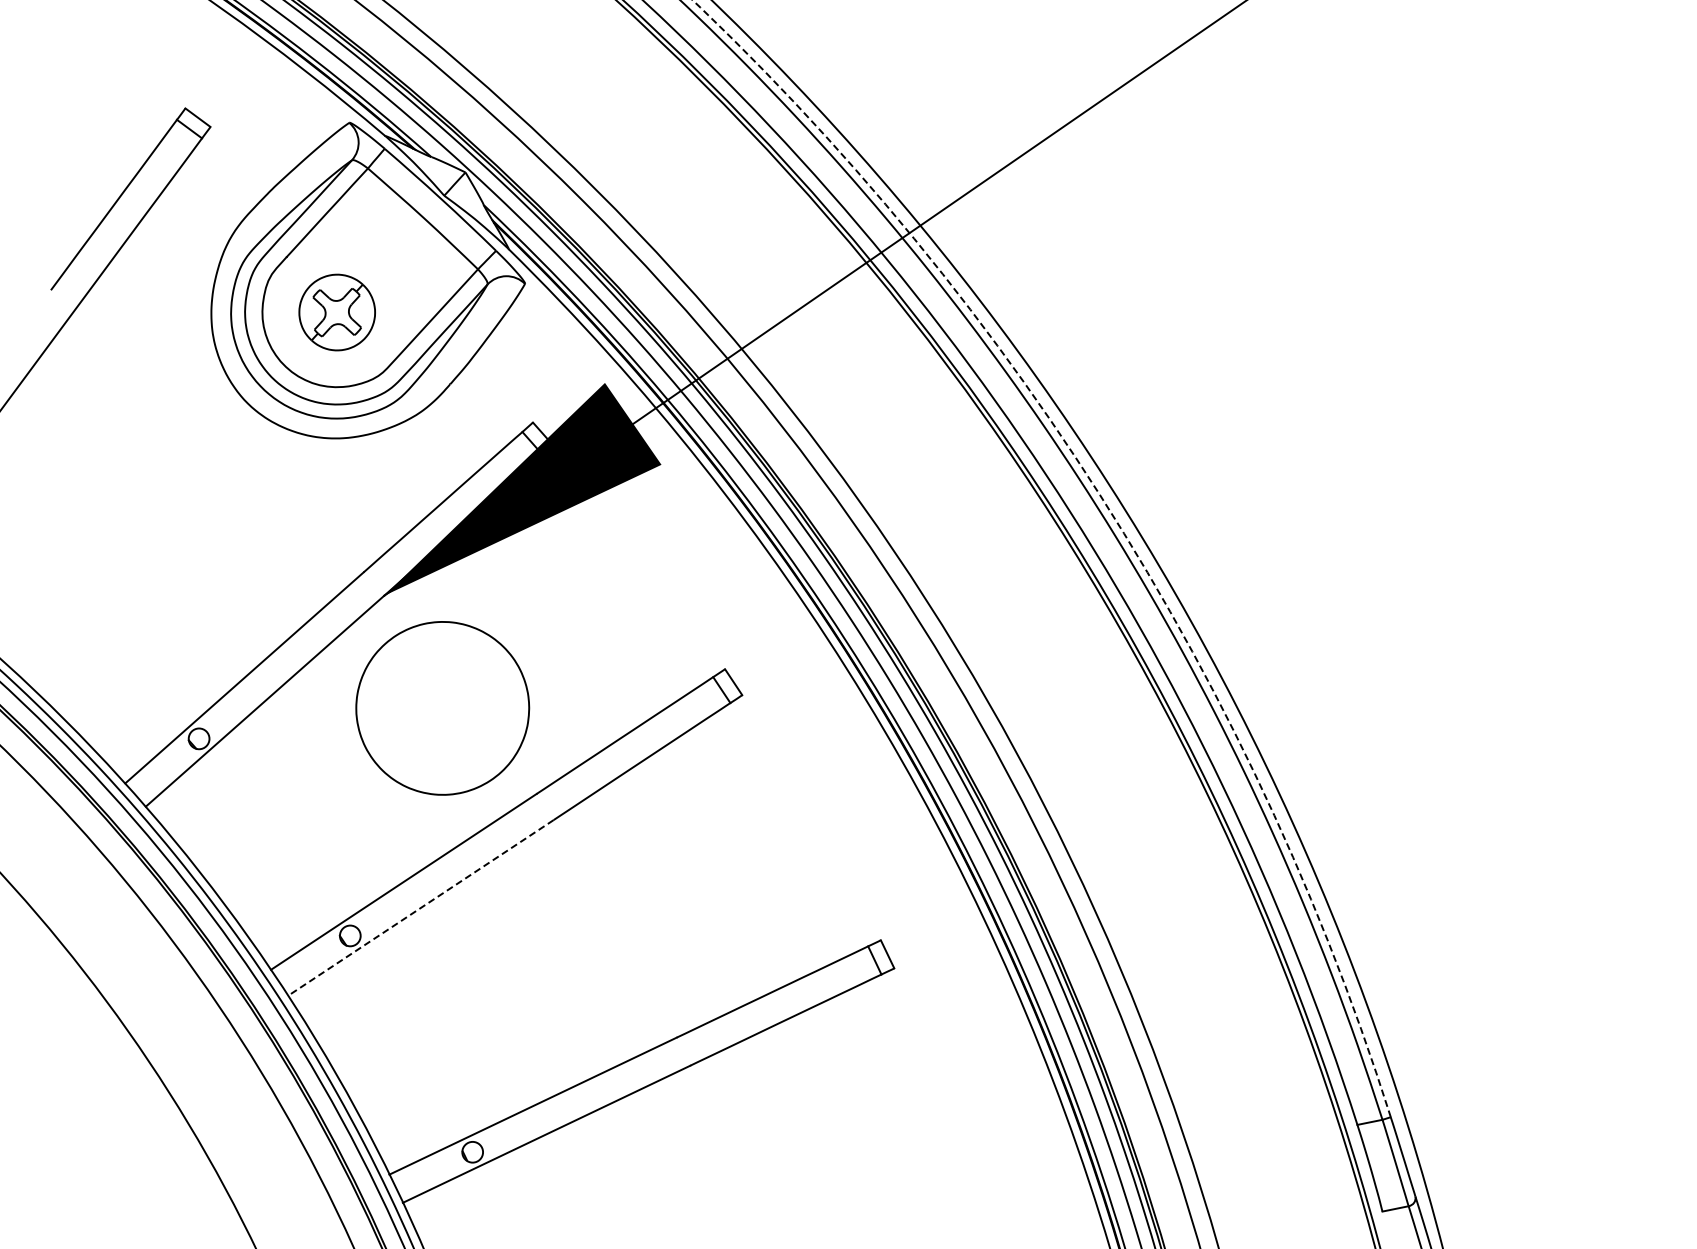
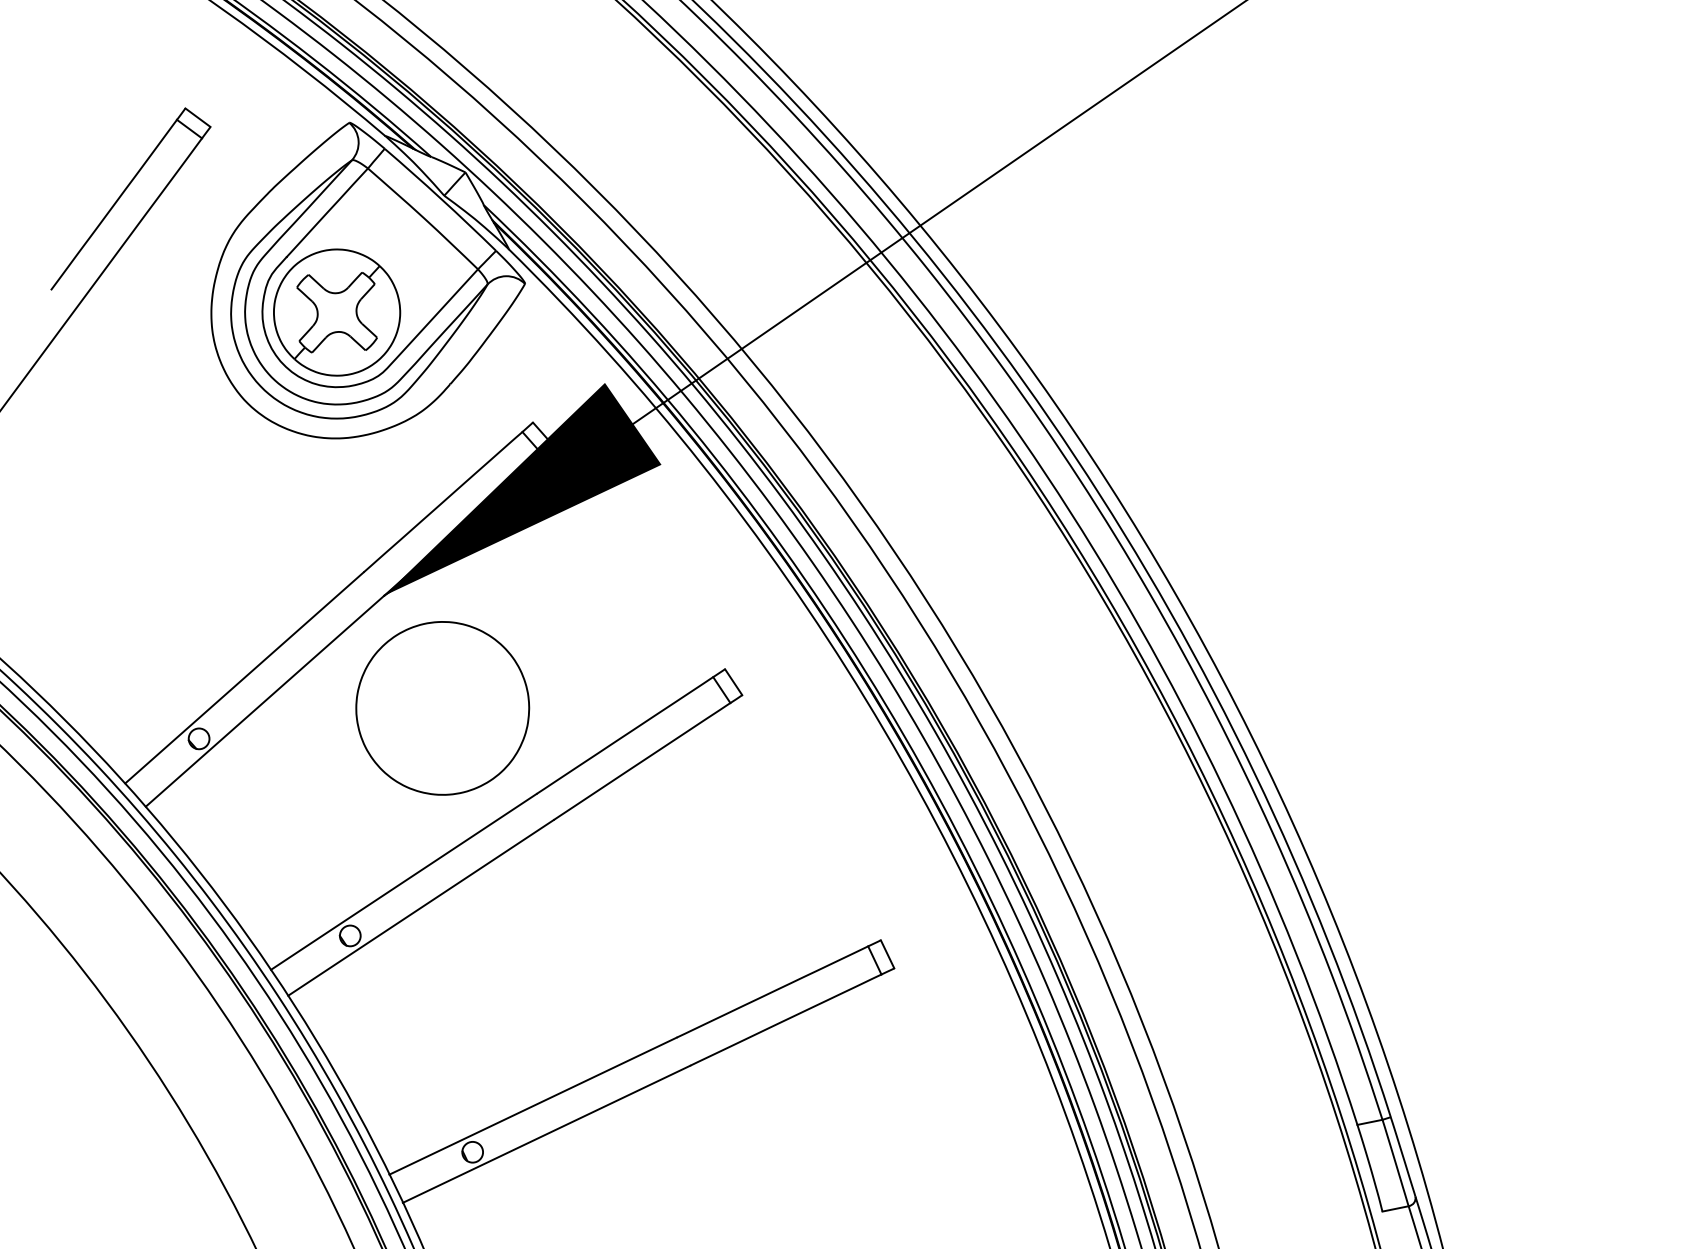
part at (336, 312) size: 78x79 px -> 129x129 px
arc at (1111, 513): dashed -> solid
line at (420, 908): dashed -> solid
